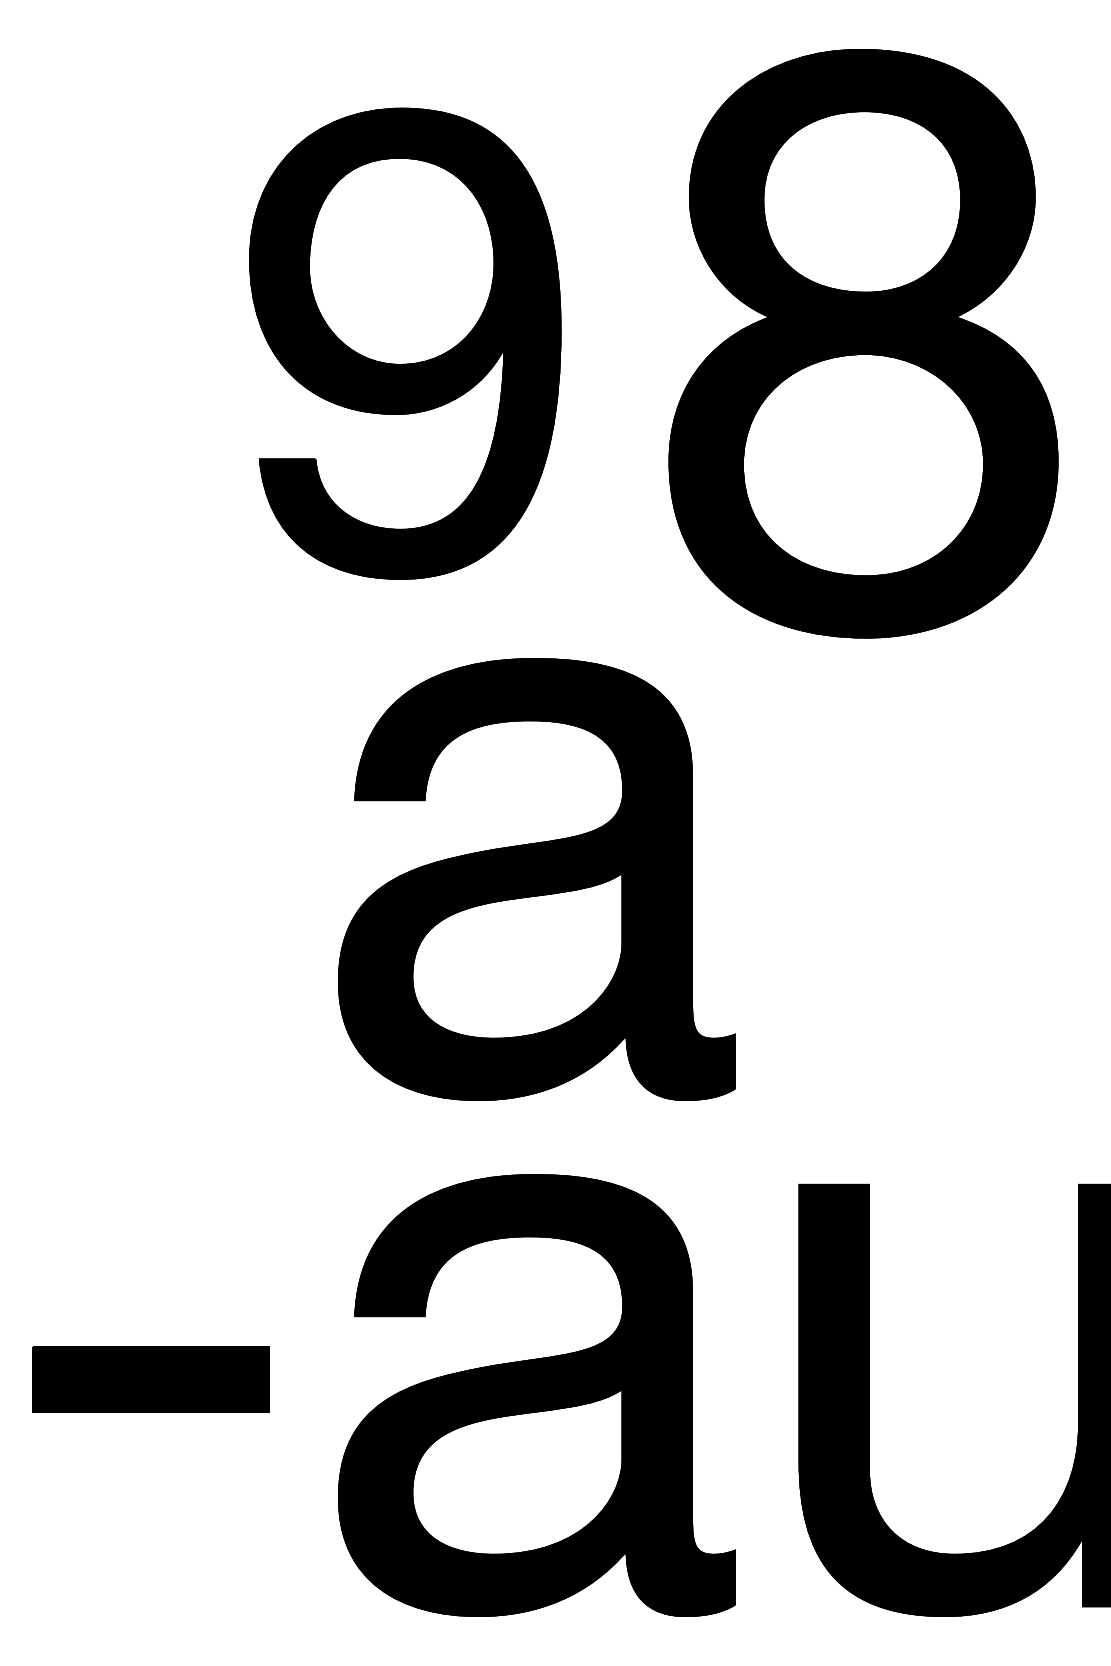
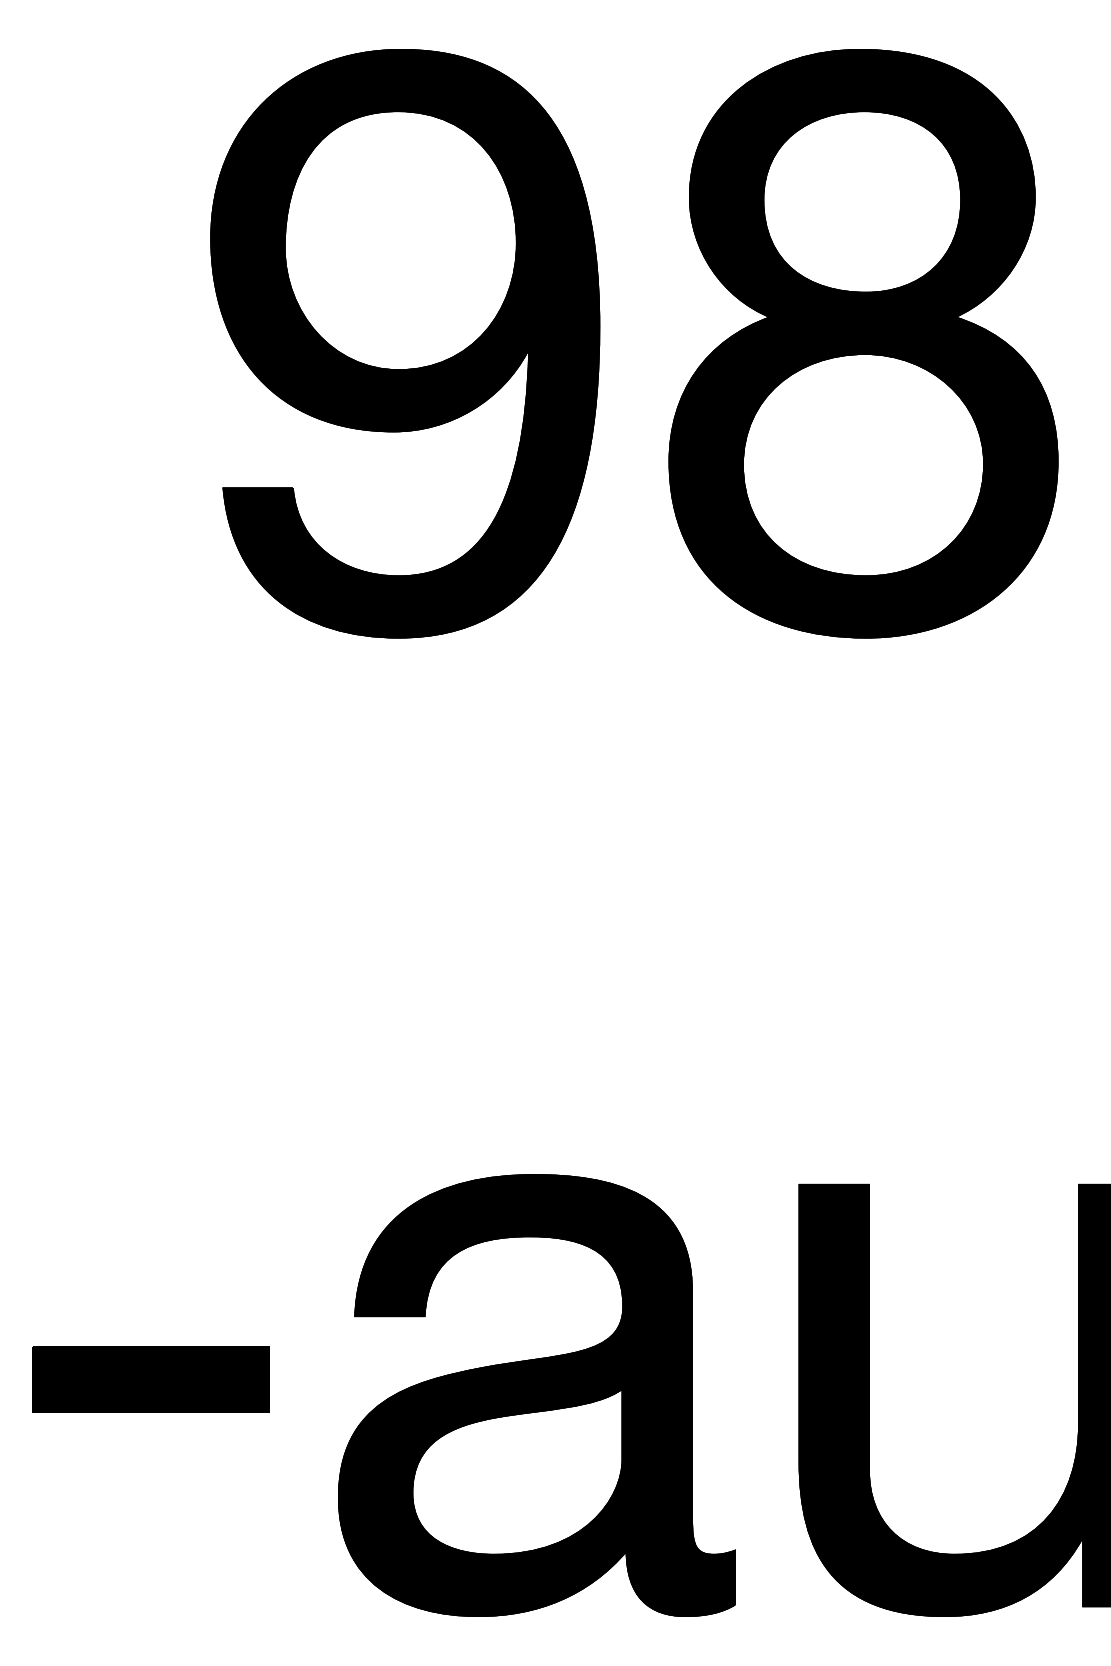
part at (405, 343) size: 313x473 px -> 391x590 px
part at (536, 879): present -> none
